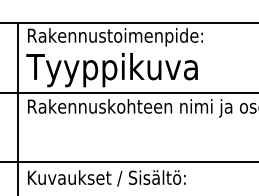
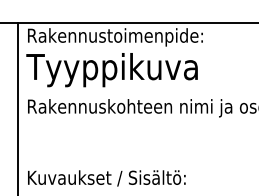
line at (128, 92): present -> none
line at (128, 162): present -> none
